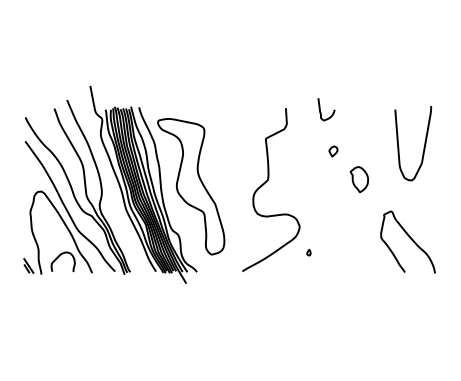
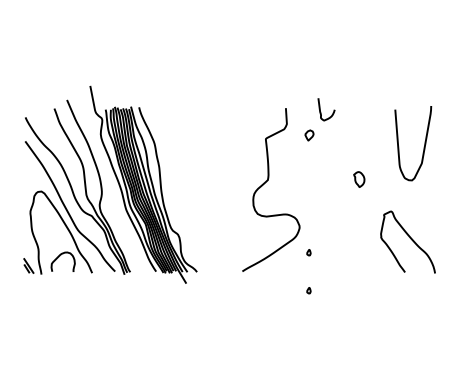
part at (333, 151) position: (333, 151) -> (309, 135)
part at (358, 179) size: 20x27 px -> 13x17 px
part at (191, 186): present -> none
part at (308, 290): none -> present
